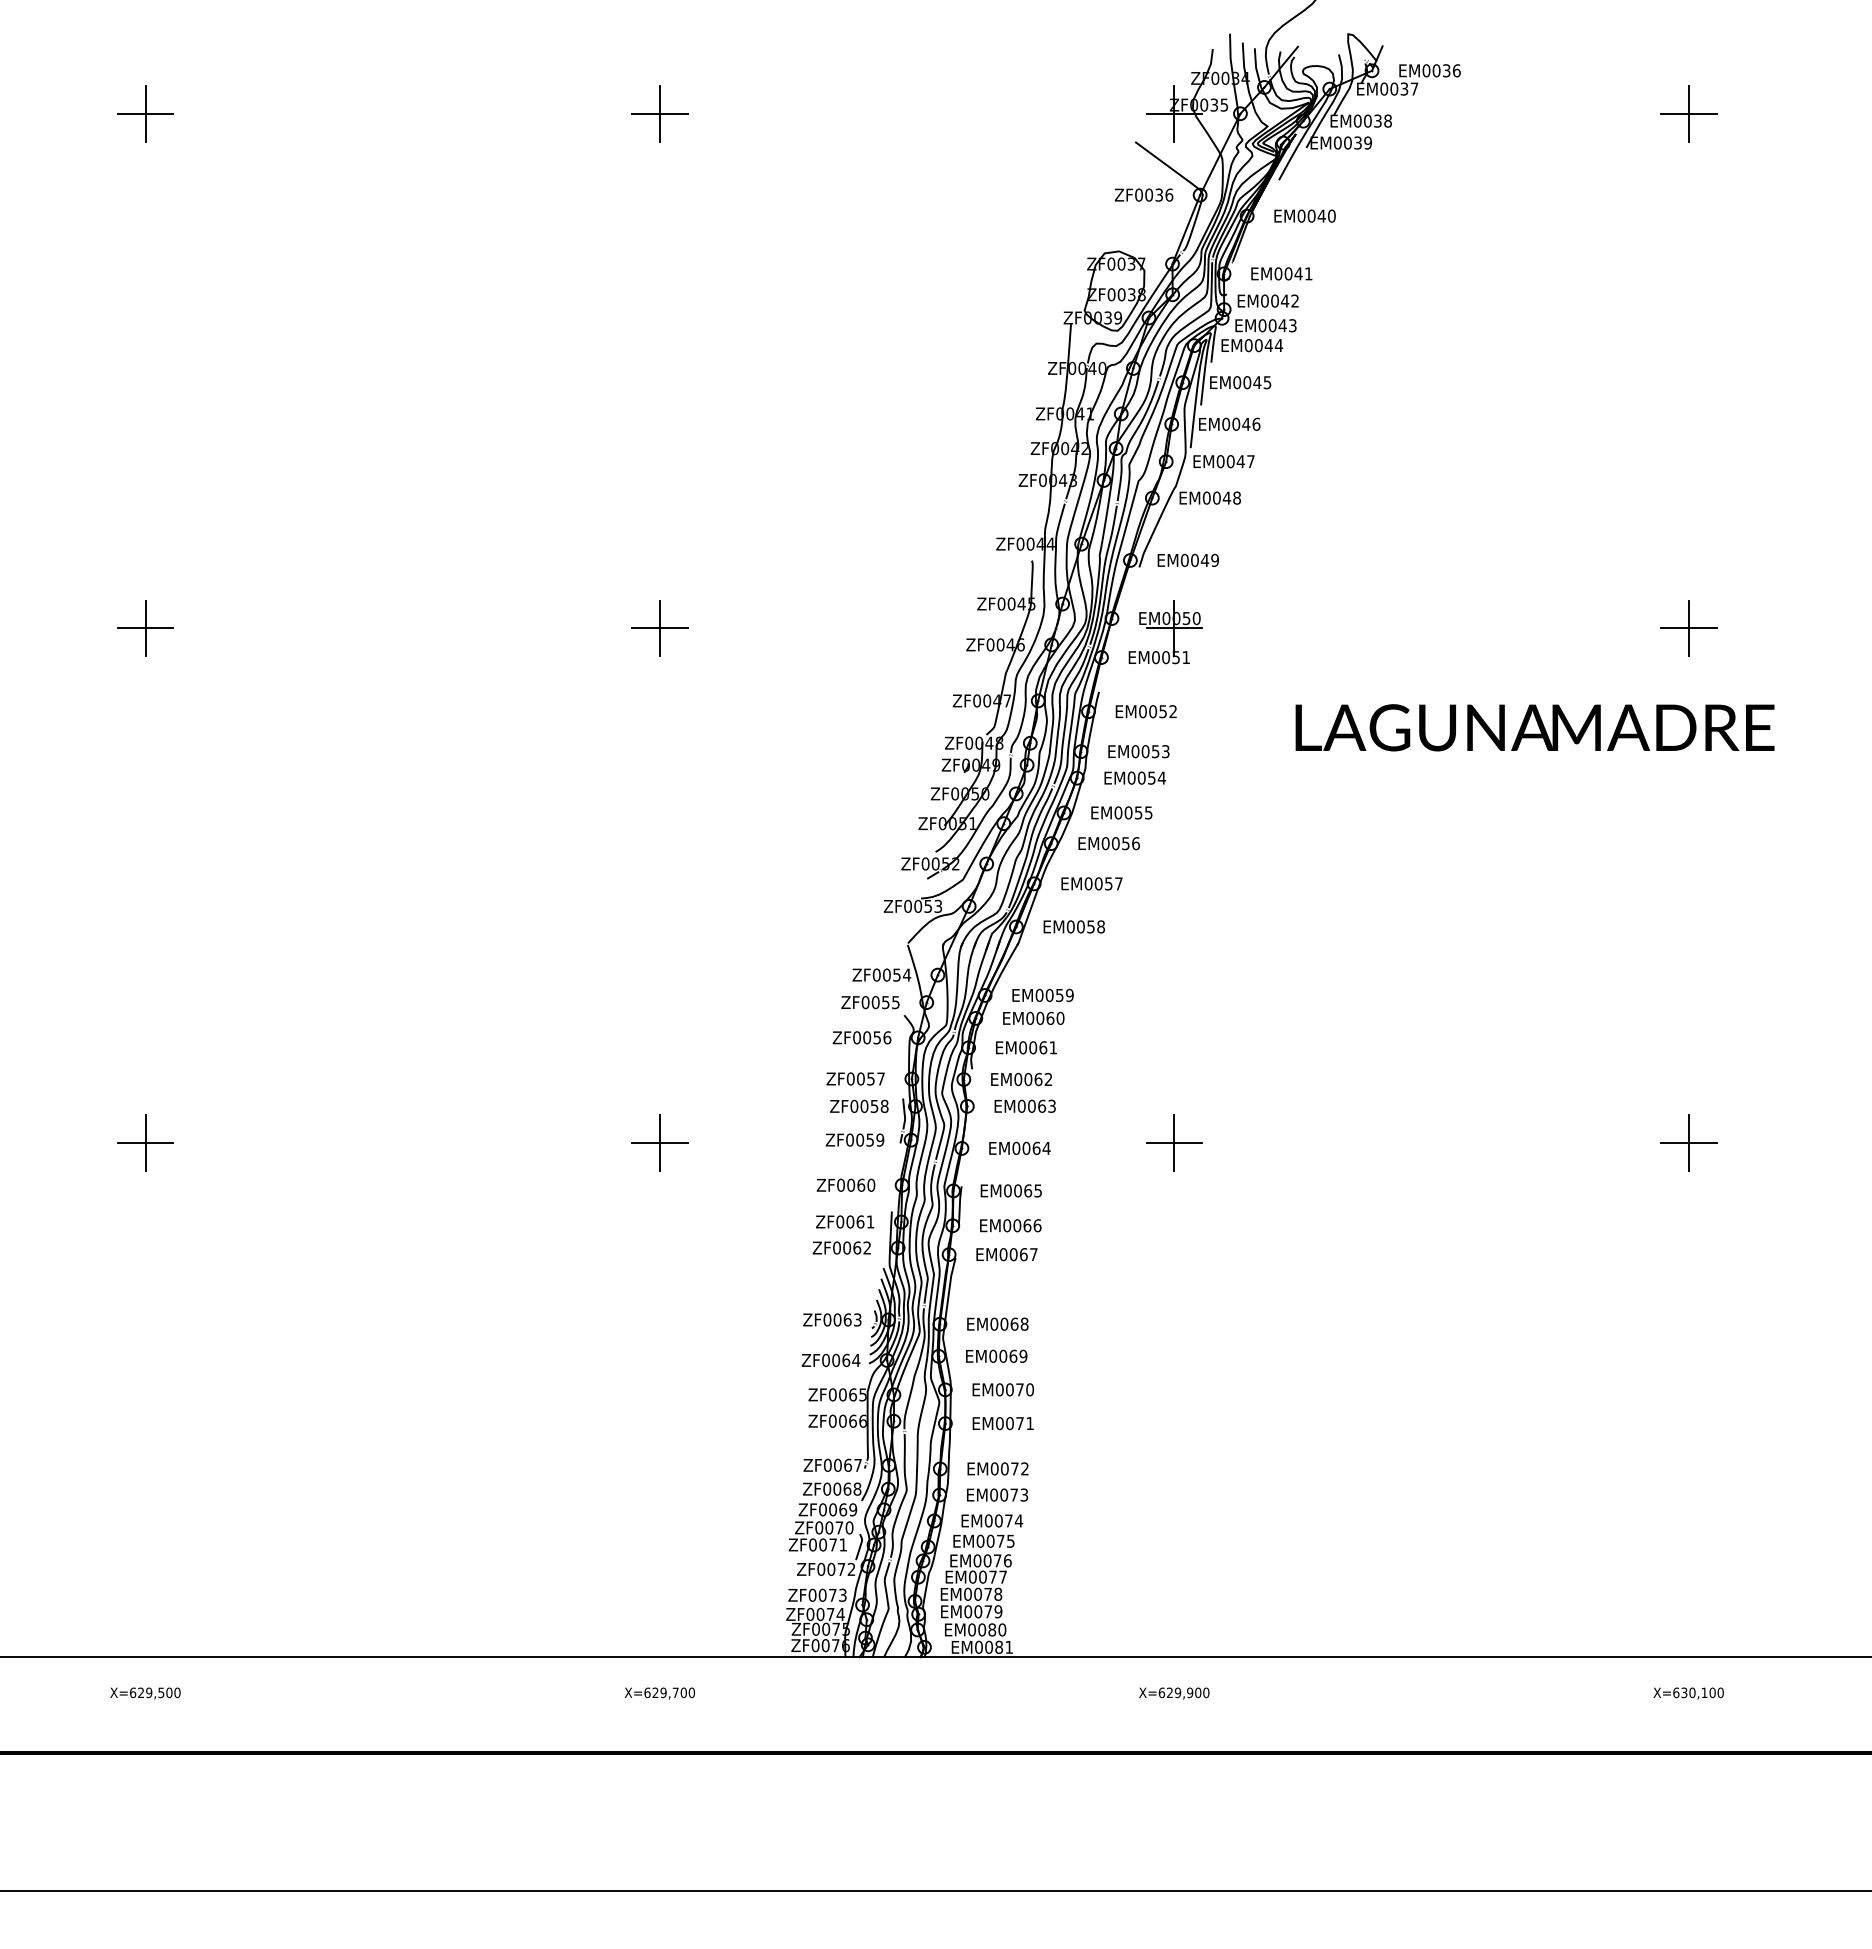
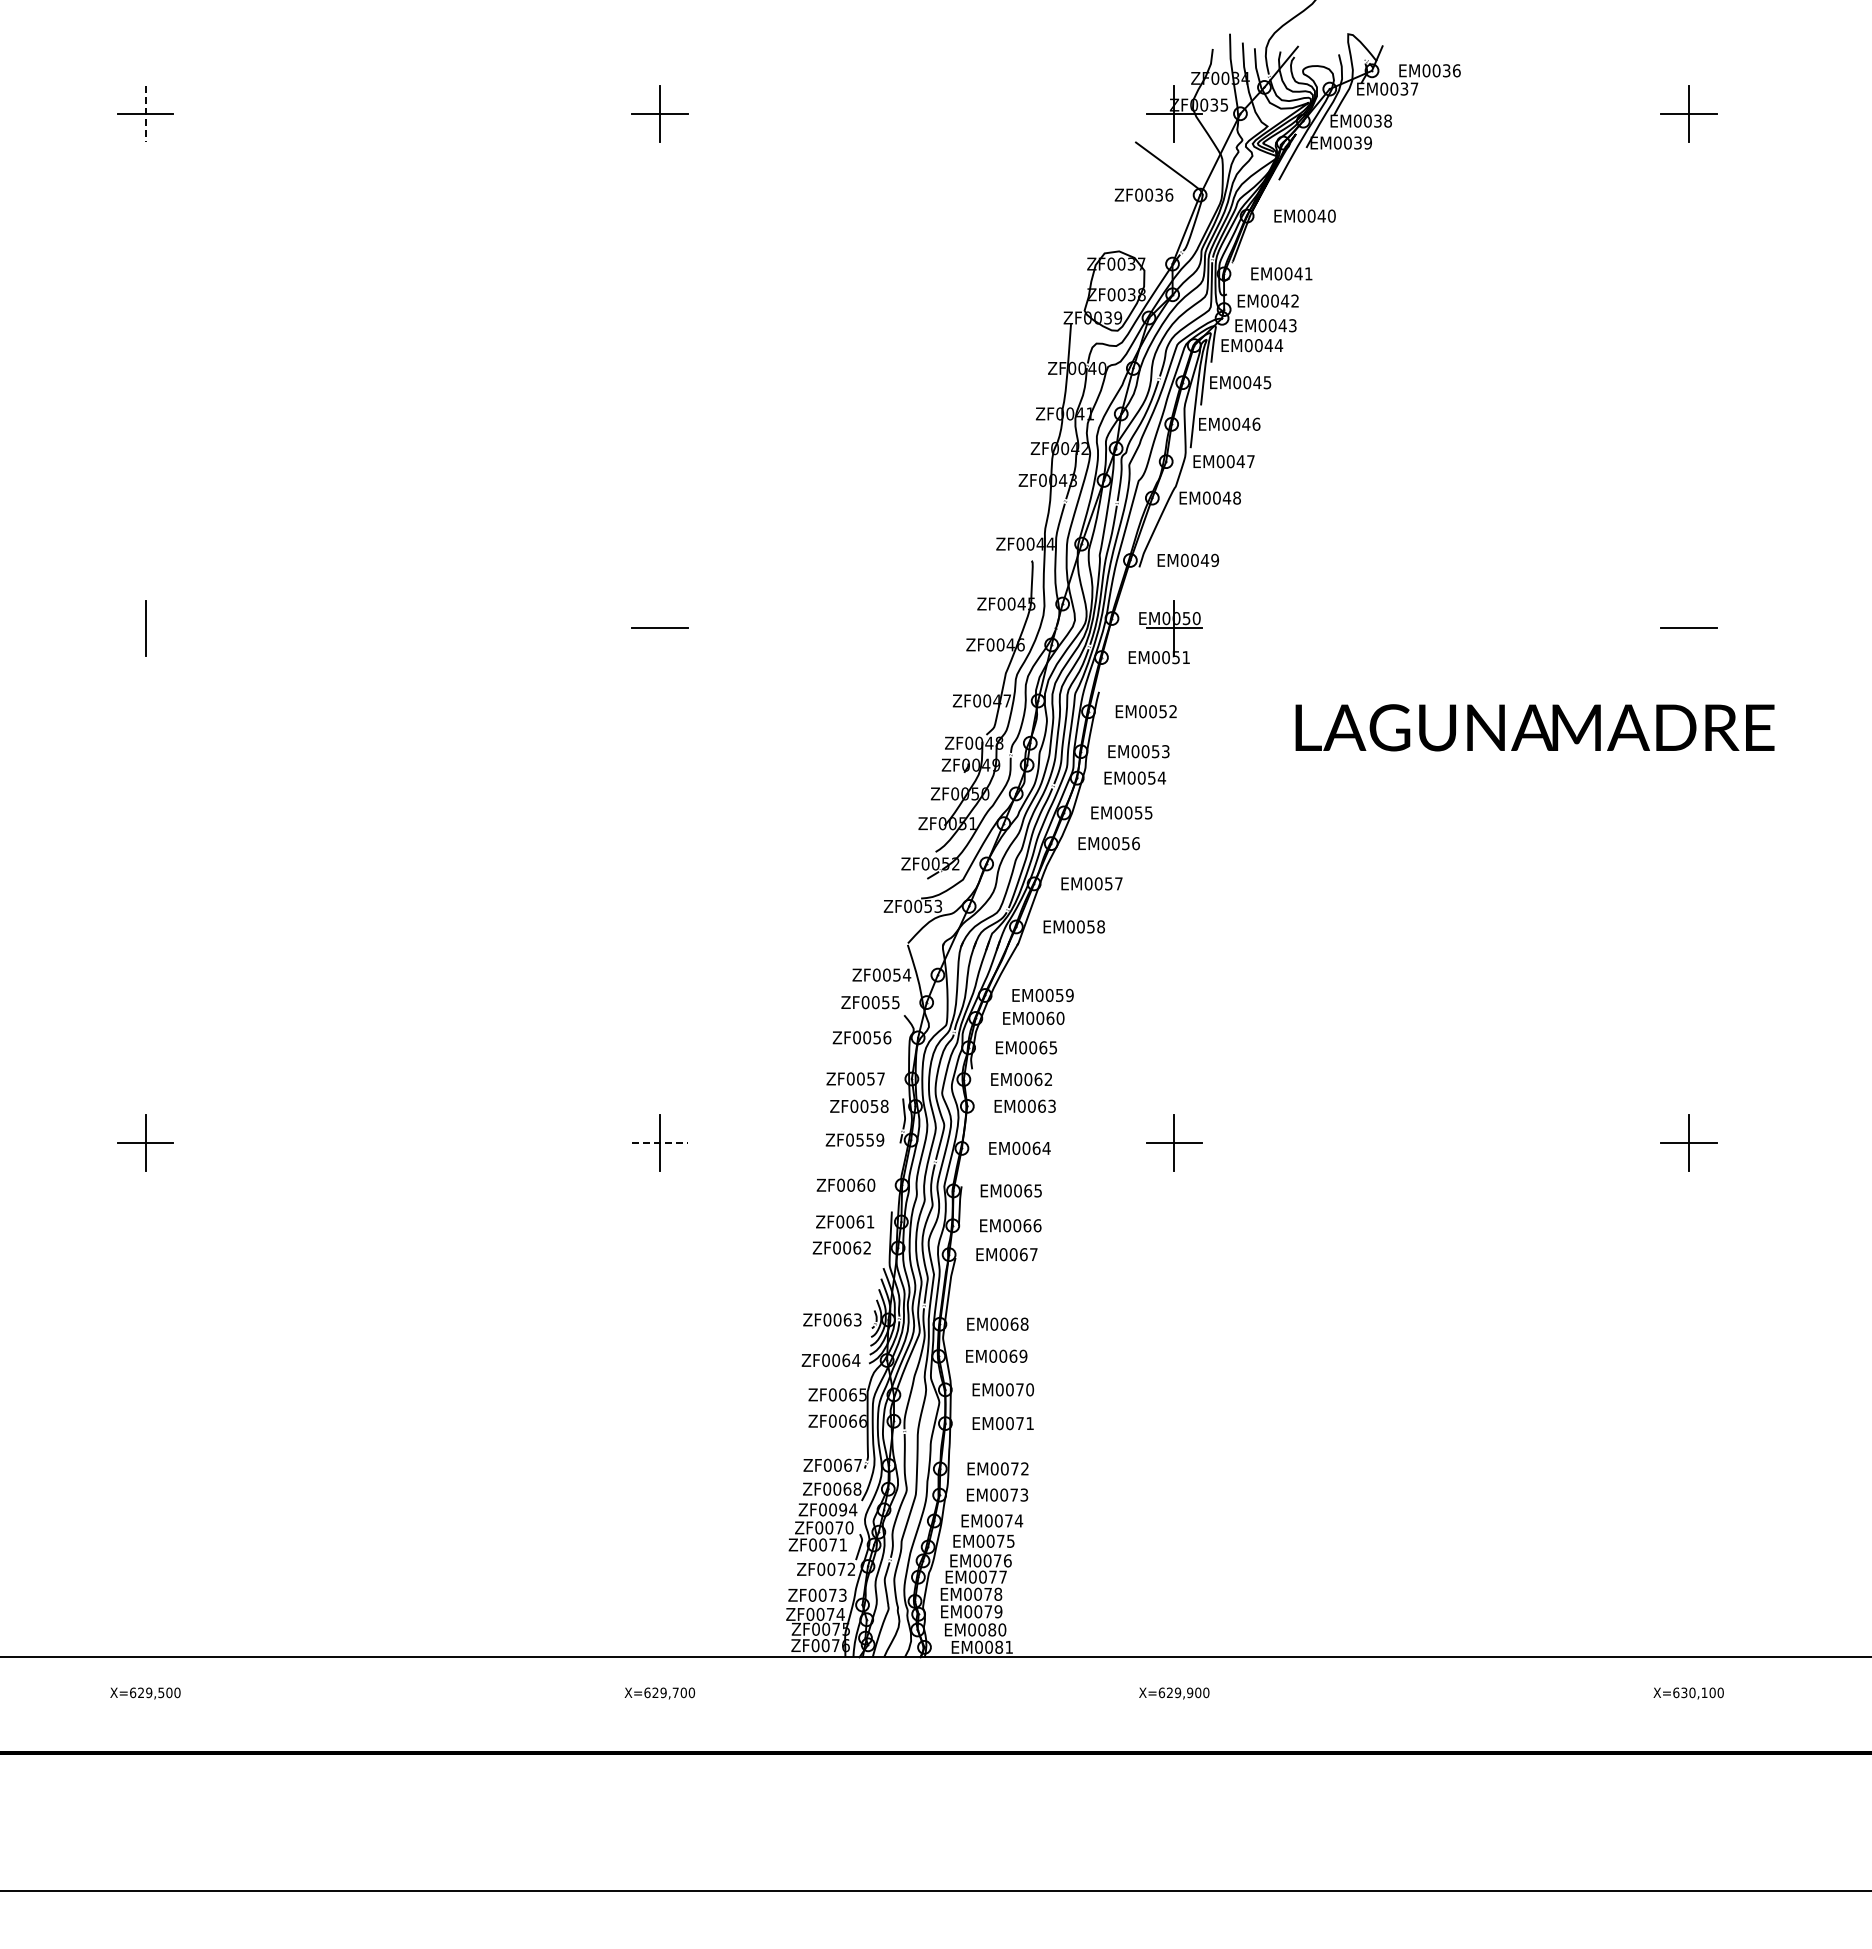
line at (145, 114): solid -> dashed
line at (145, 628): present -> none
line at (660, 628): present -> none
line at (1688, 628): present -> none
text at (1052, 1047): EM0061 -> EM0065
text at (860, 1139): ZF0059 -> ZF0559
line at (660, 1142): solid -> dashed
text at (848, 1509): ZF0069 -> ZF0094
